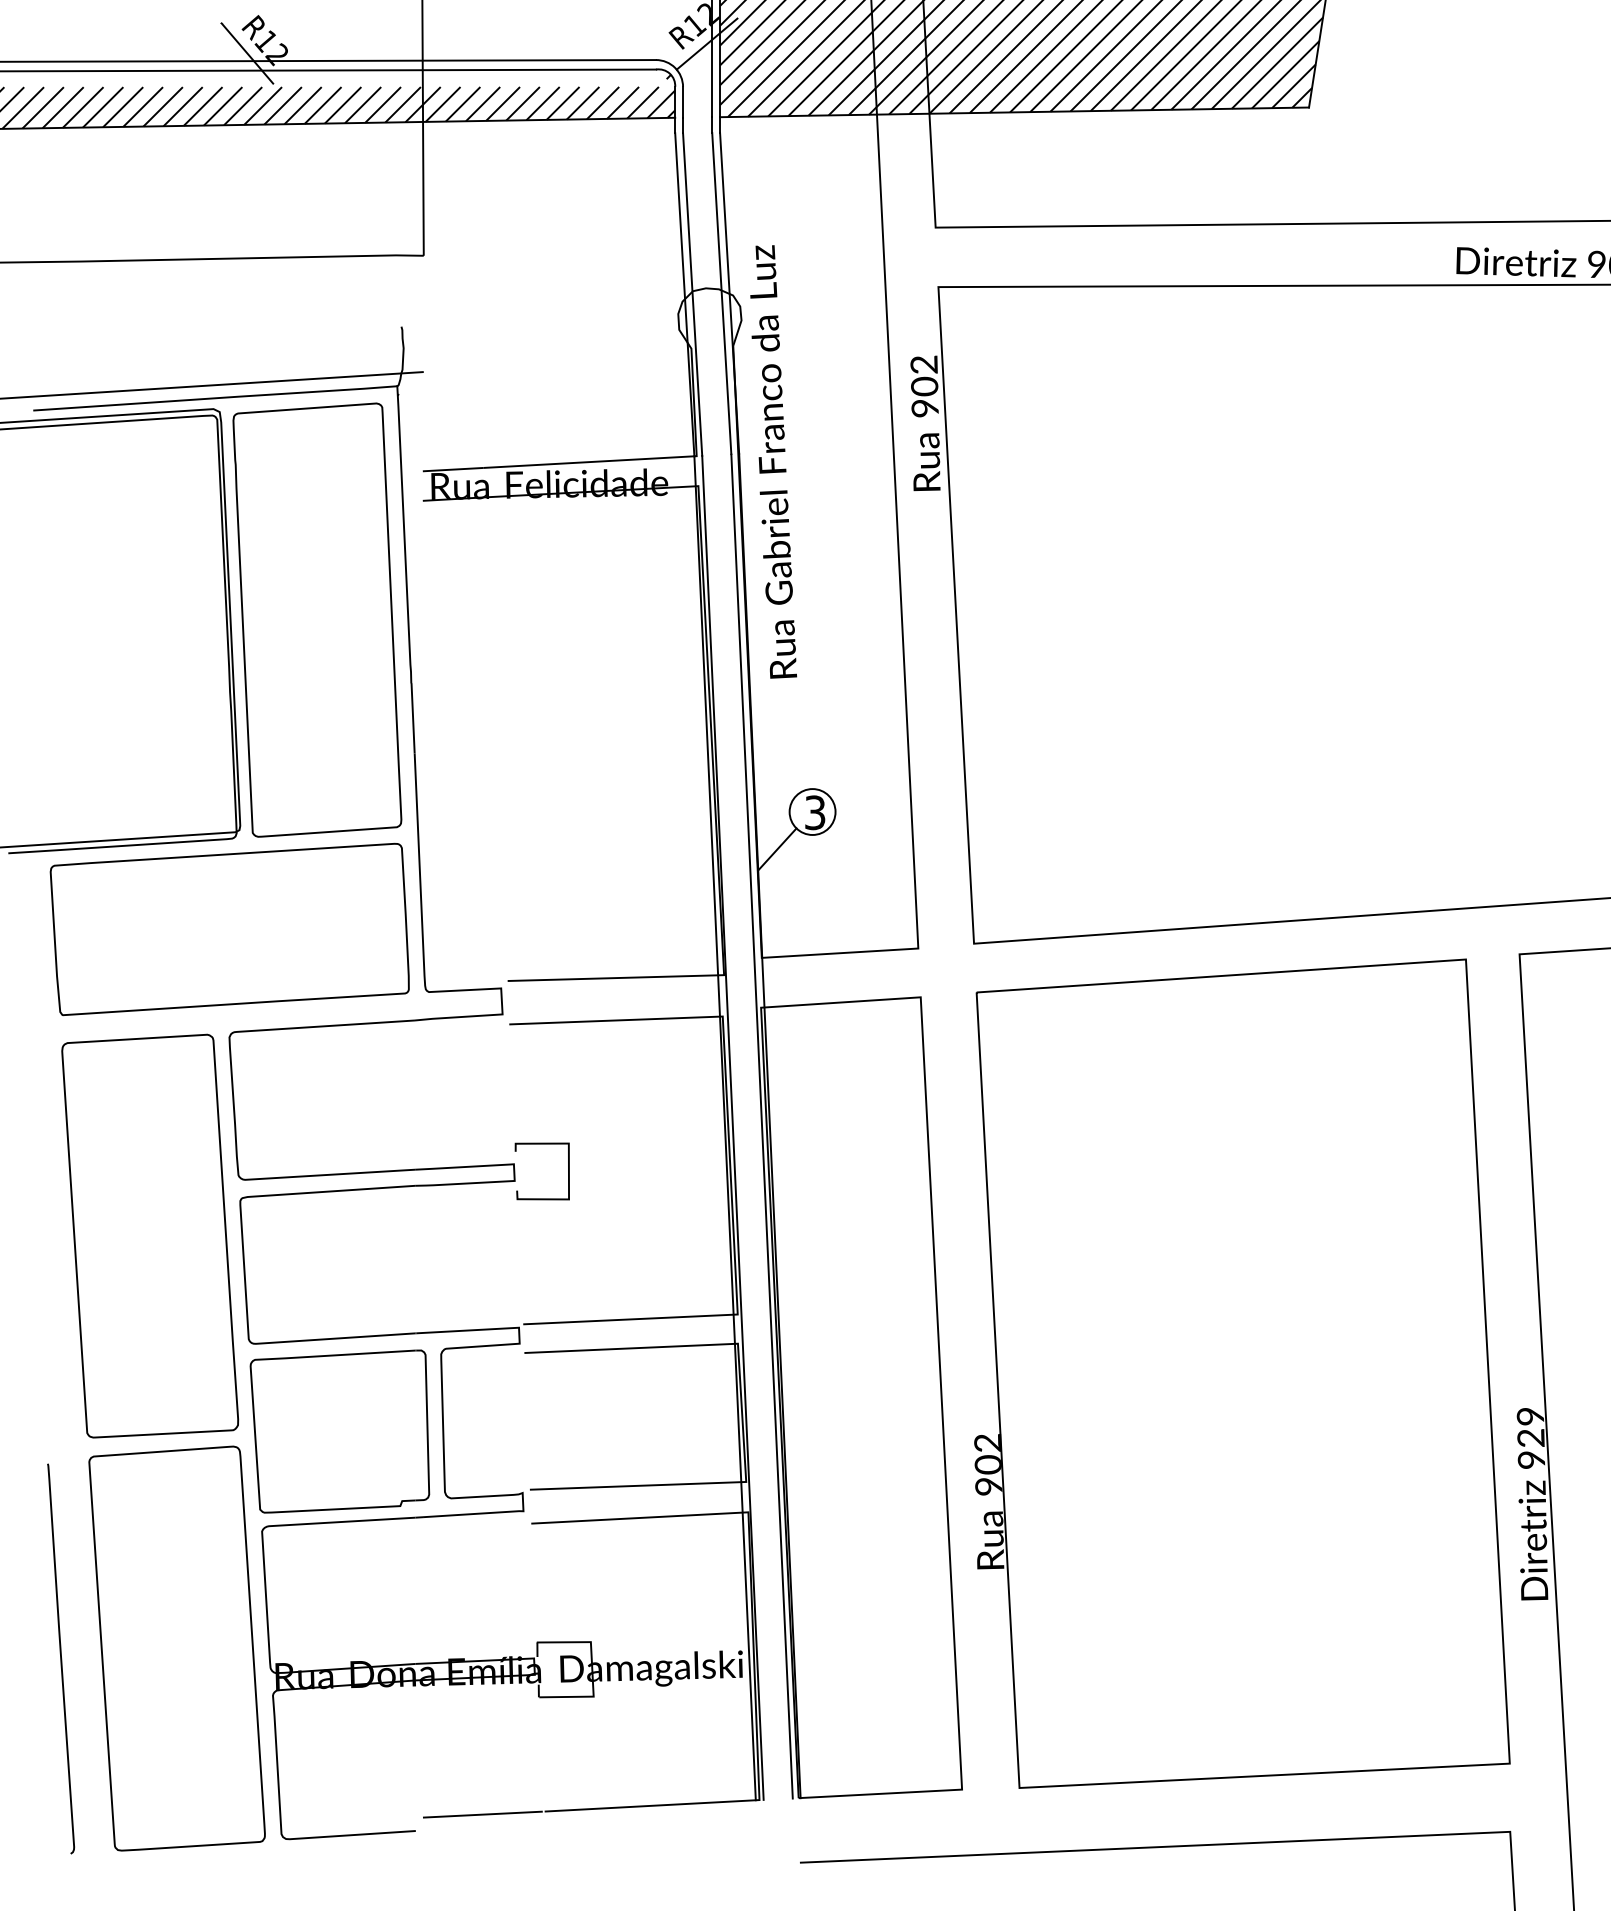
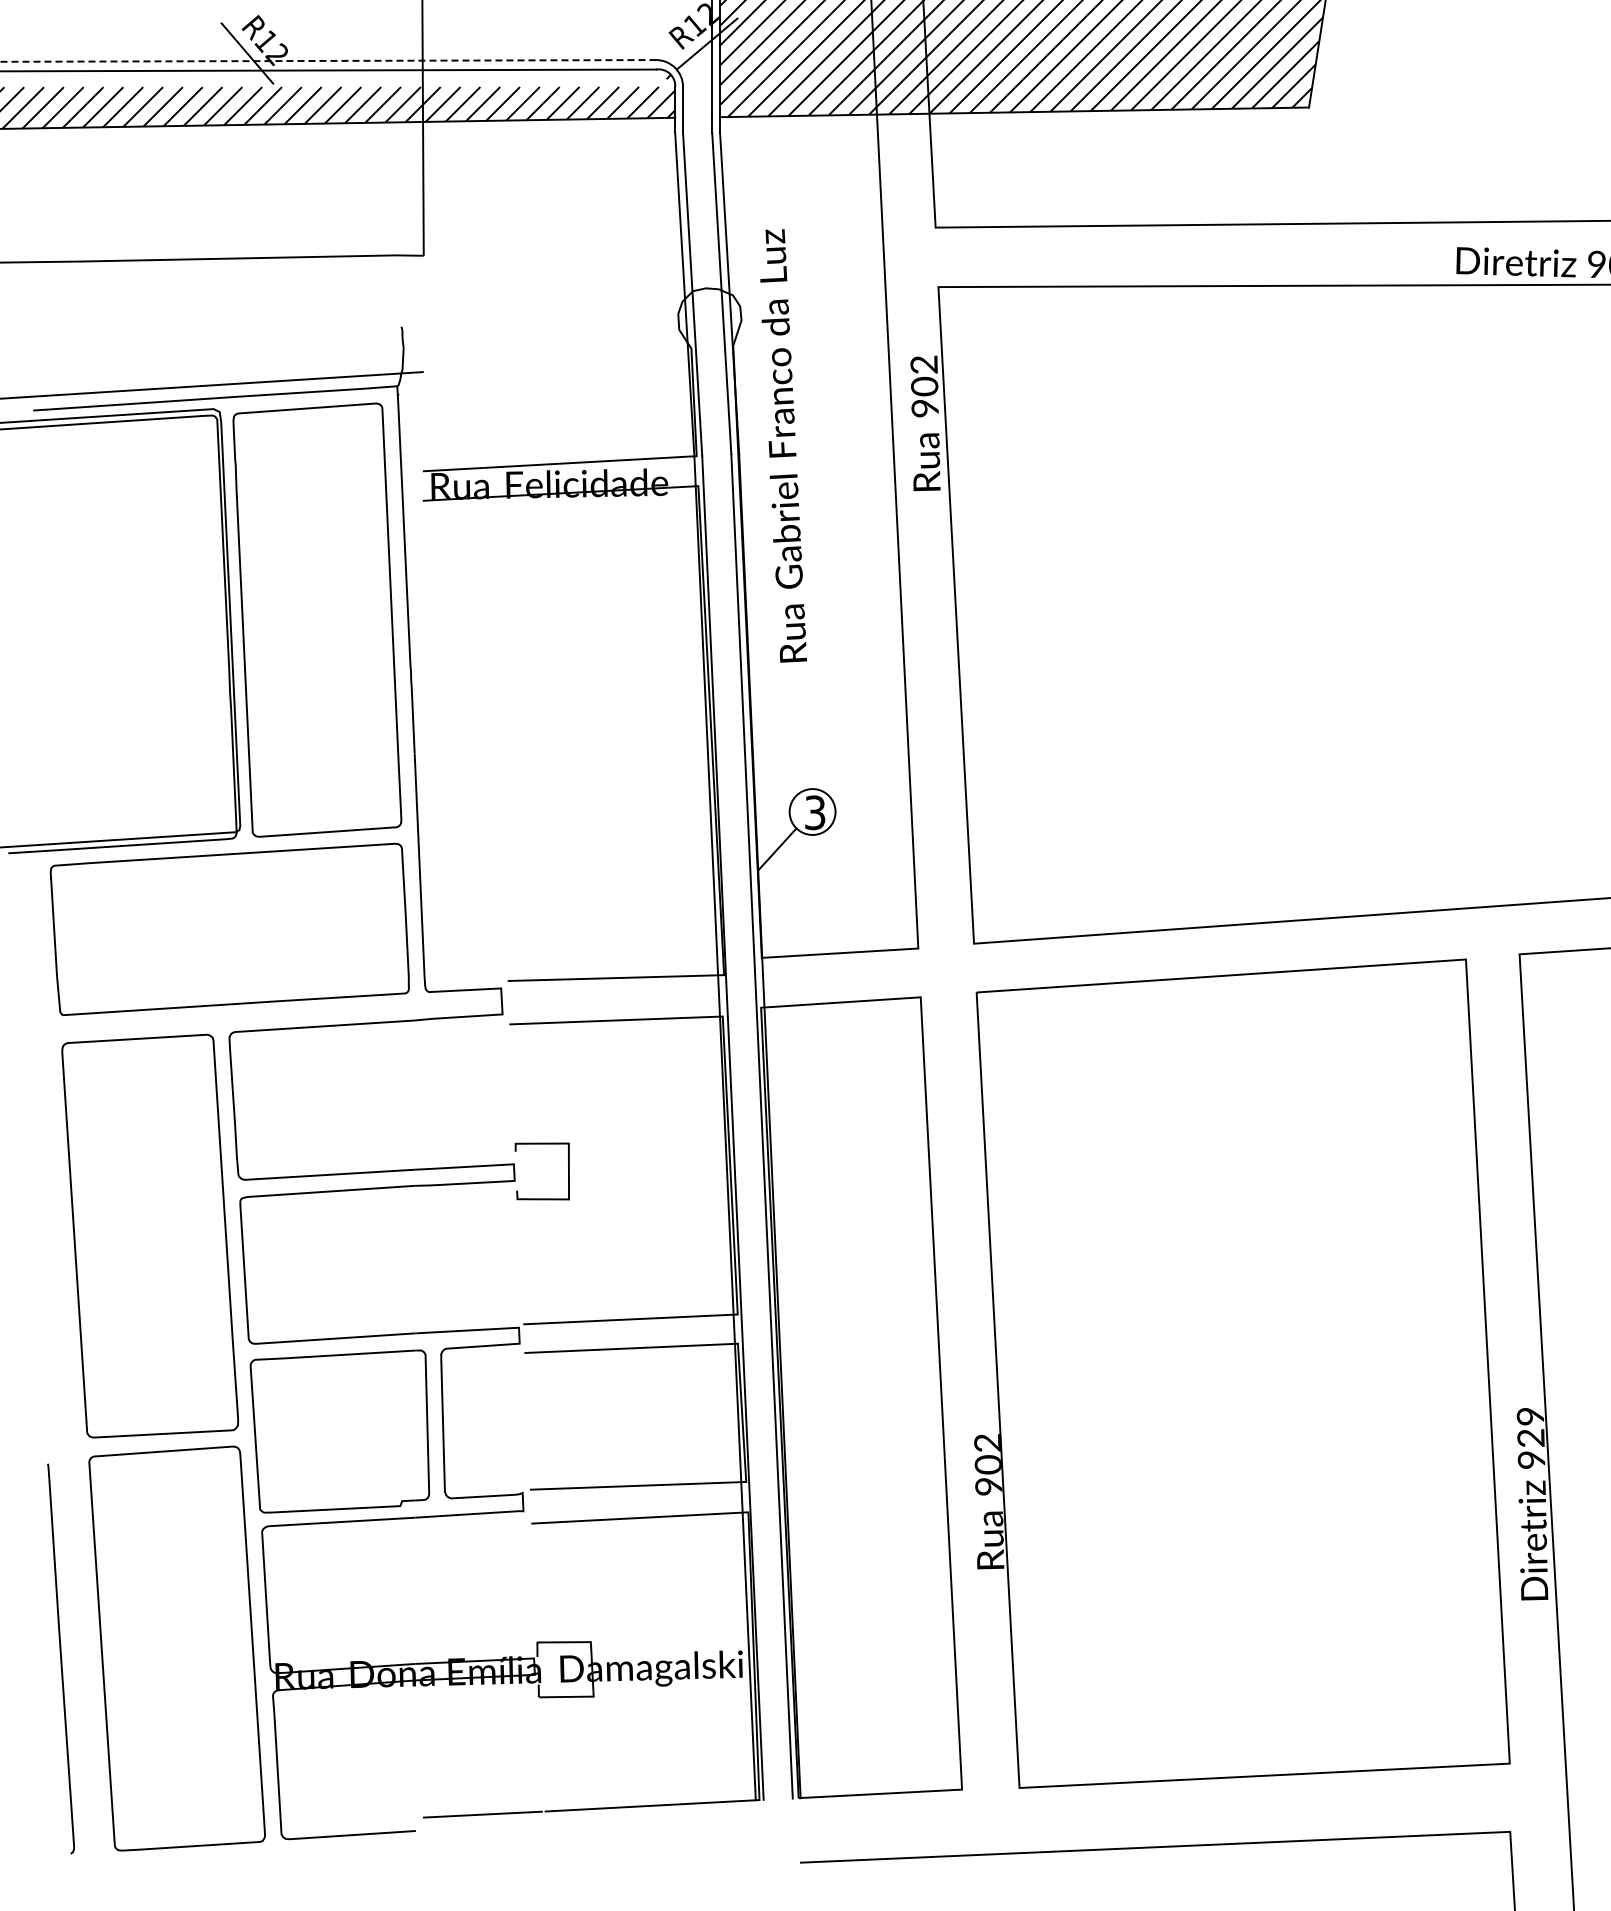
line at (328, 60): solid -> dashed
text at (773, 461) position: (773, 461) -> (783, 445)
